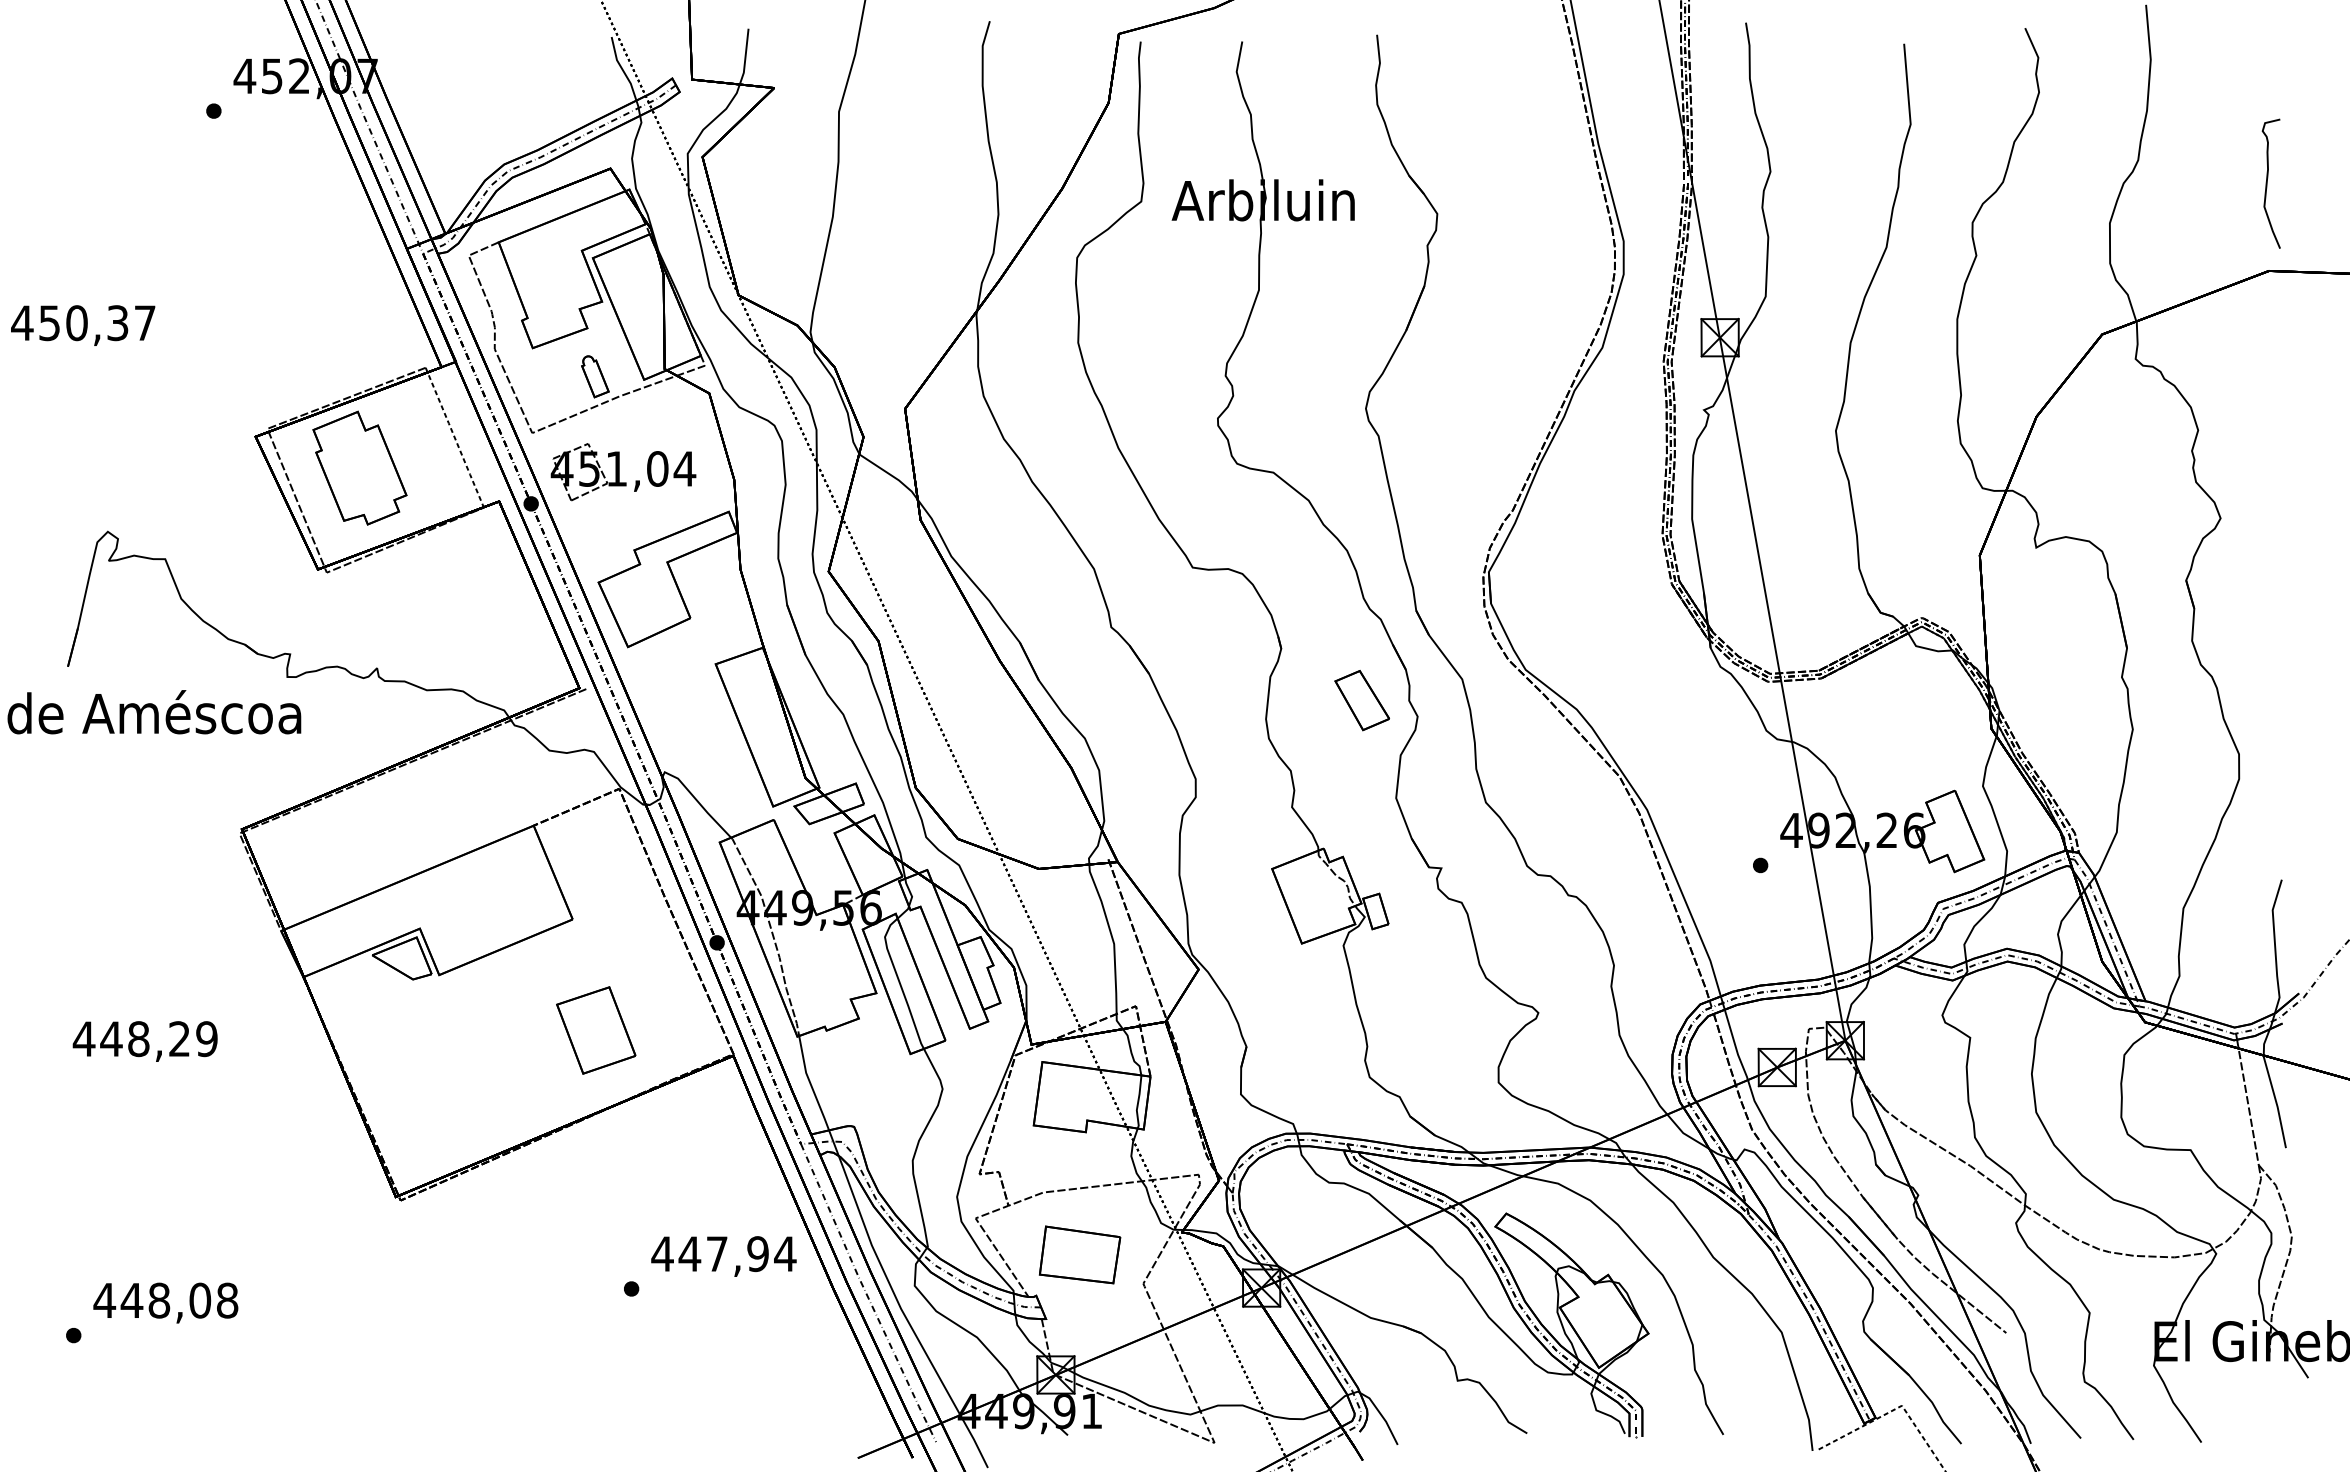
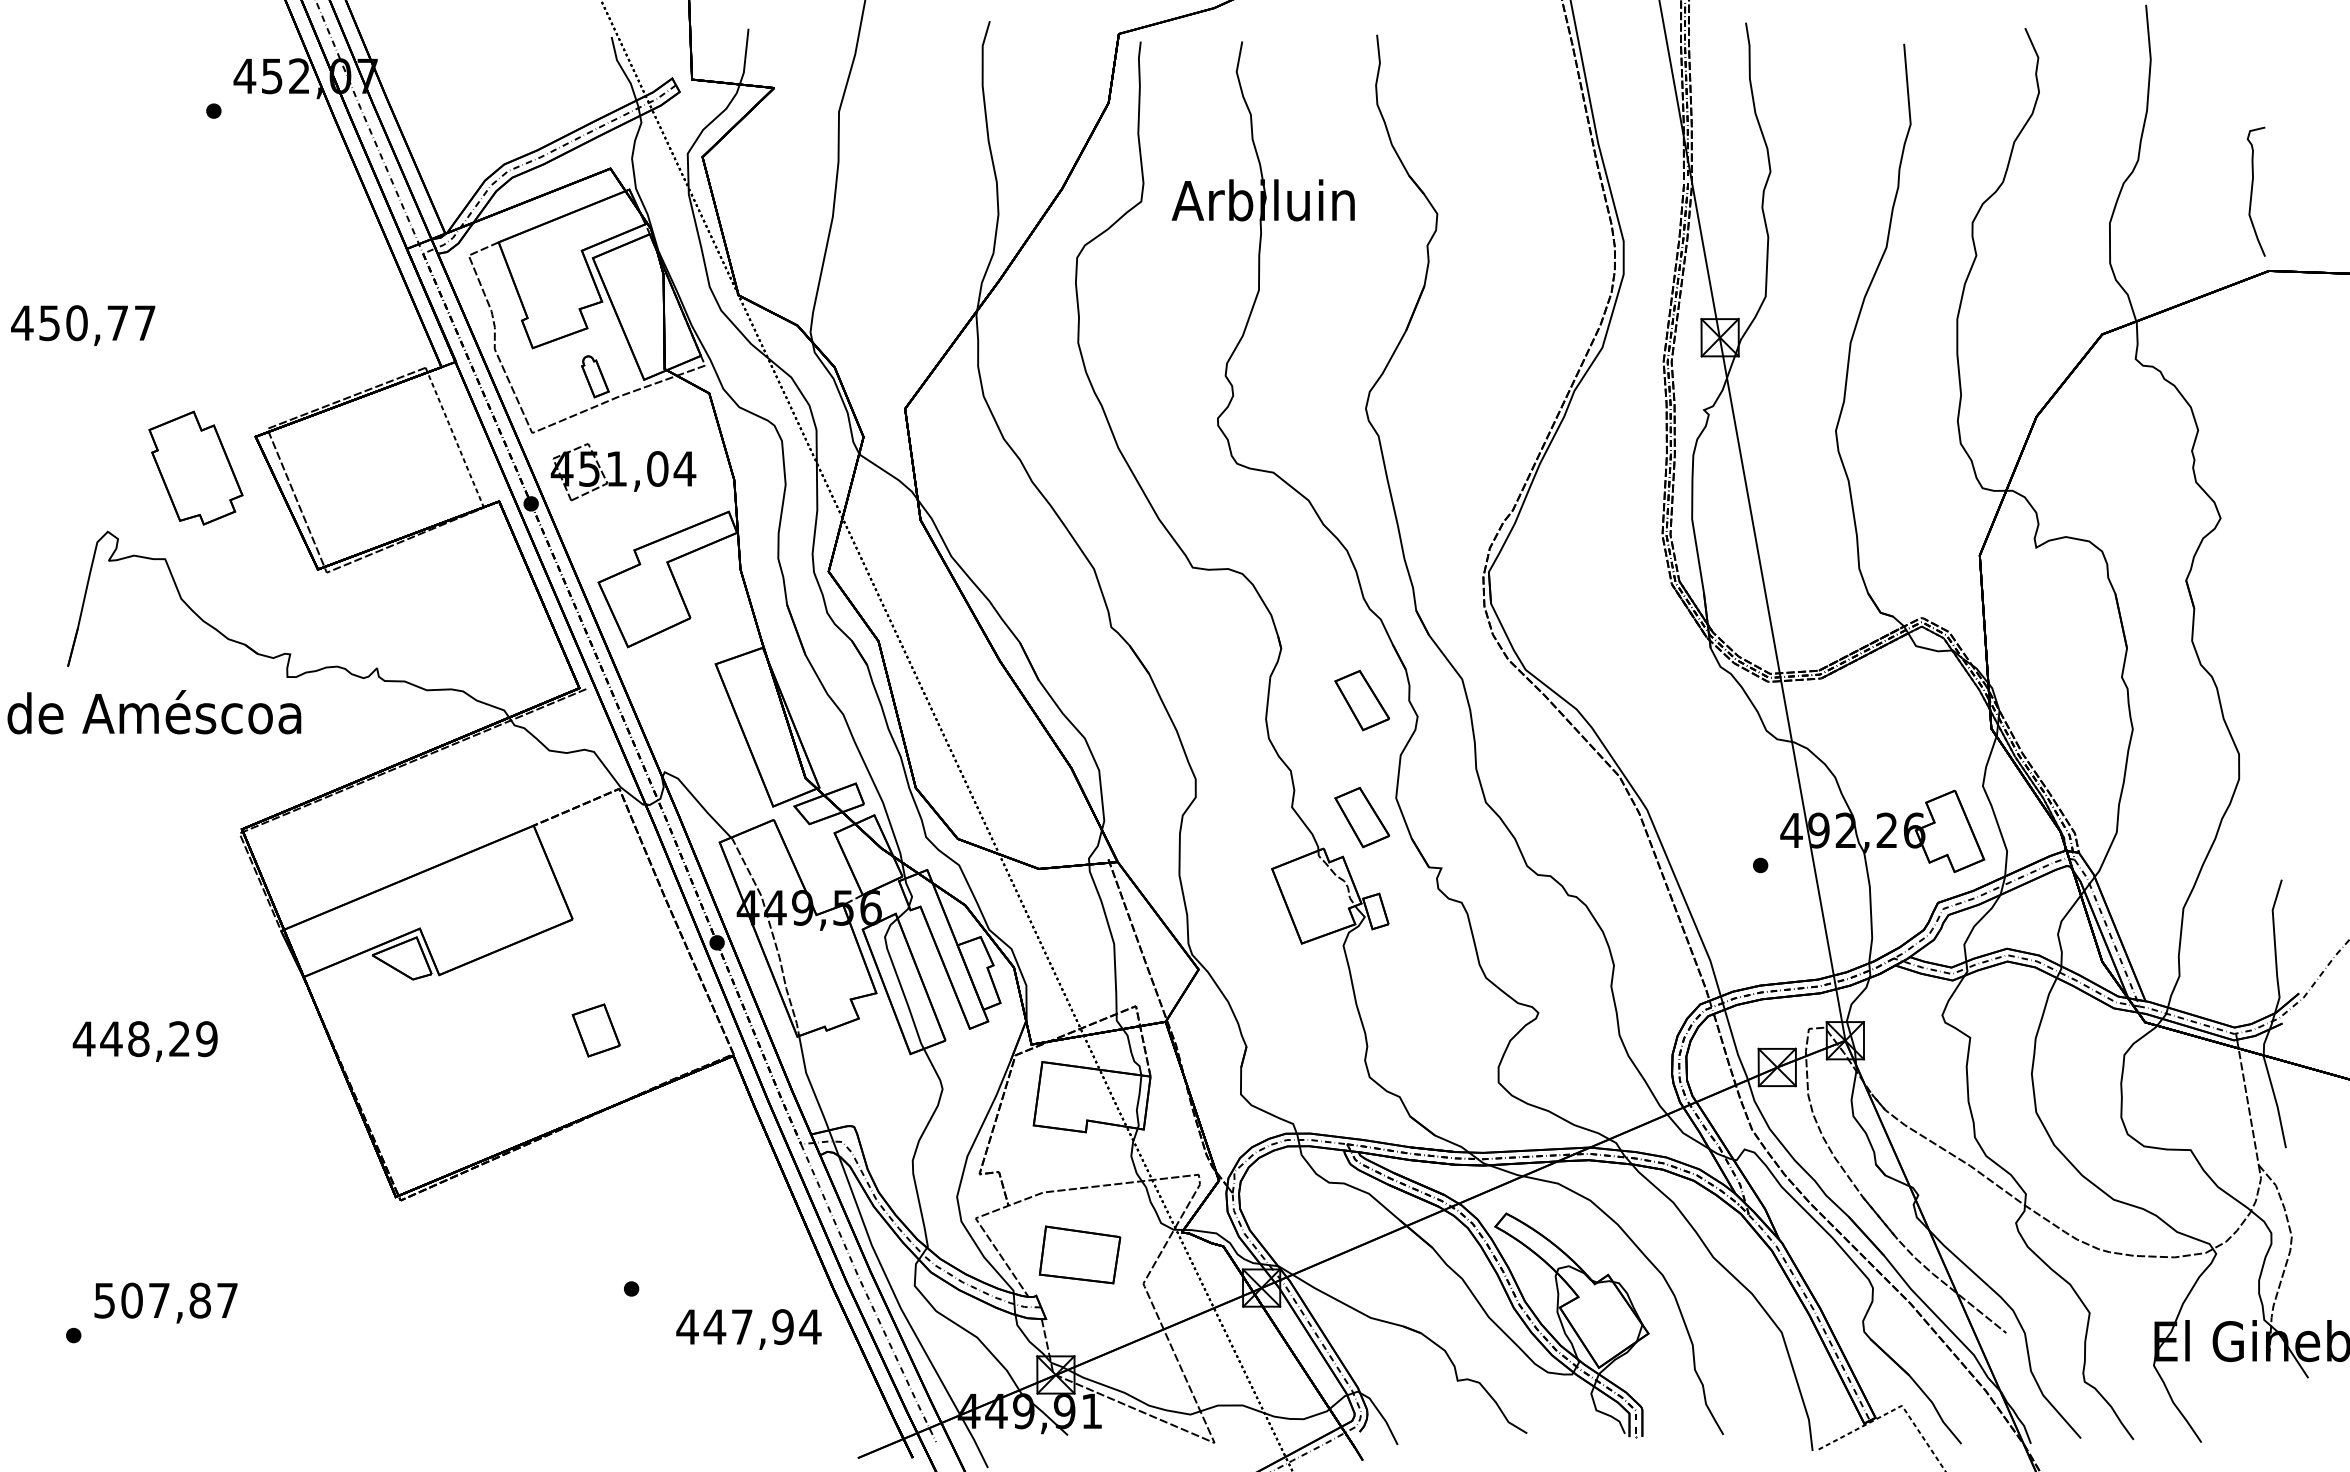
curve at (2267, 183) position: (2267, 183) -> (2252, 191)
text at (117, 323): 450,37 -> 450,77
part at (359, 467) position: (359, 467) -> (195, 467)
part at (1361, 817): none -> present
part at (596, 1030) size: 81x89 px -> 50x55 px
text at (723, 1256) position: (723, 1256) -> (748, 1329)
text at (165, 1300): 448,08 -> 507,87
